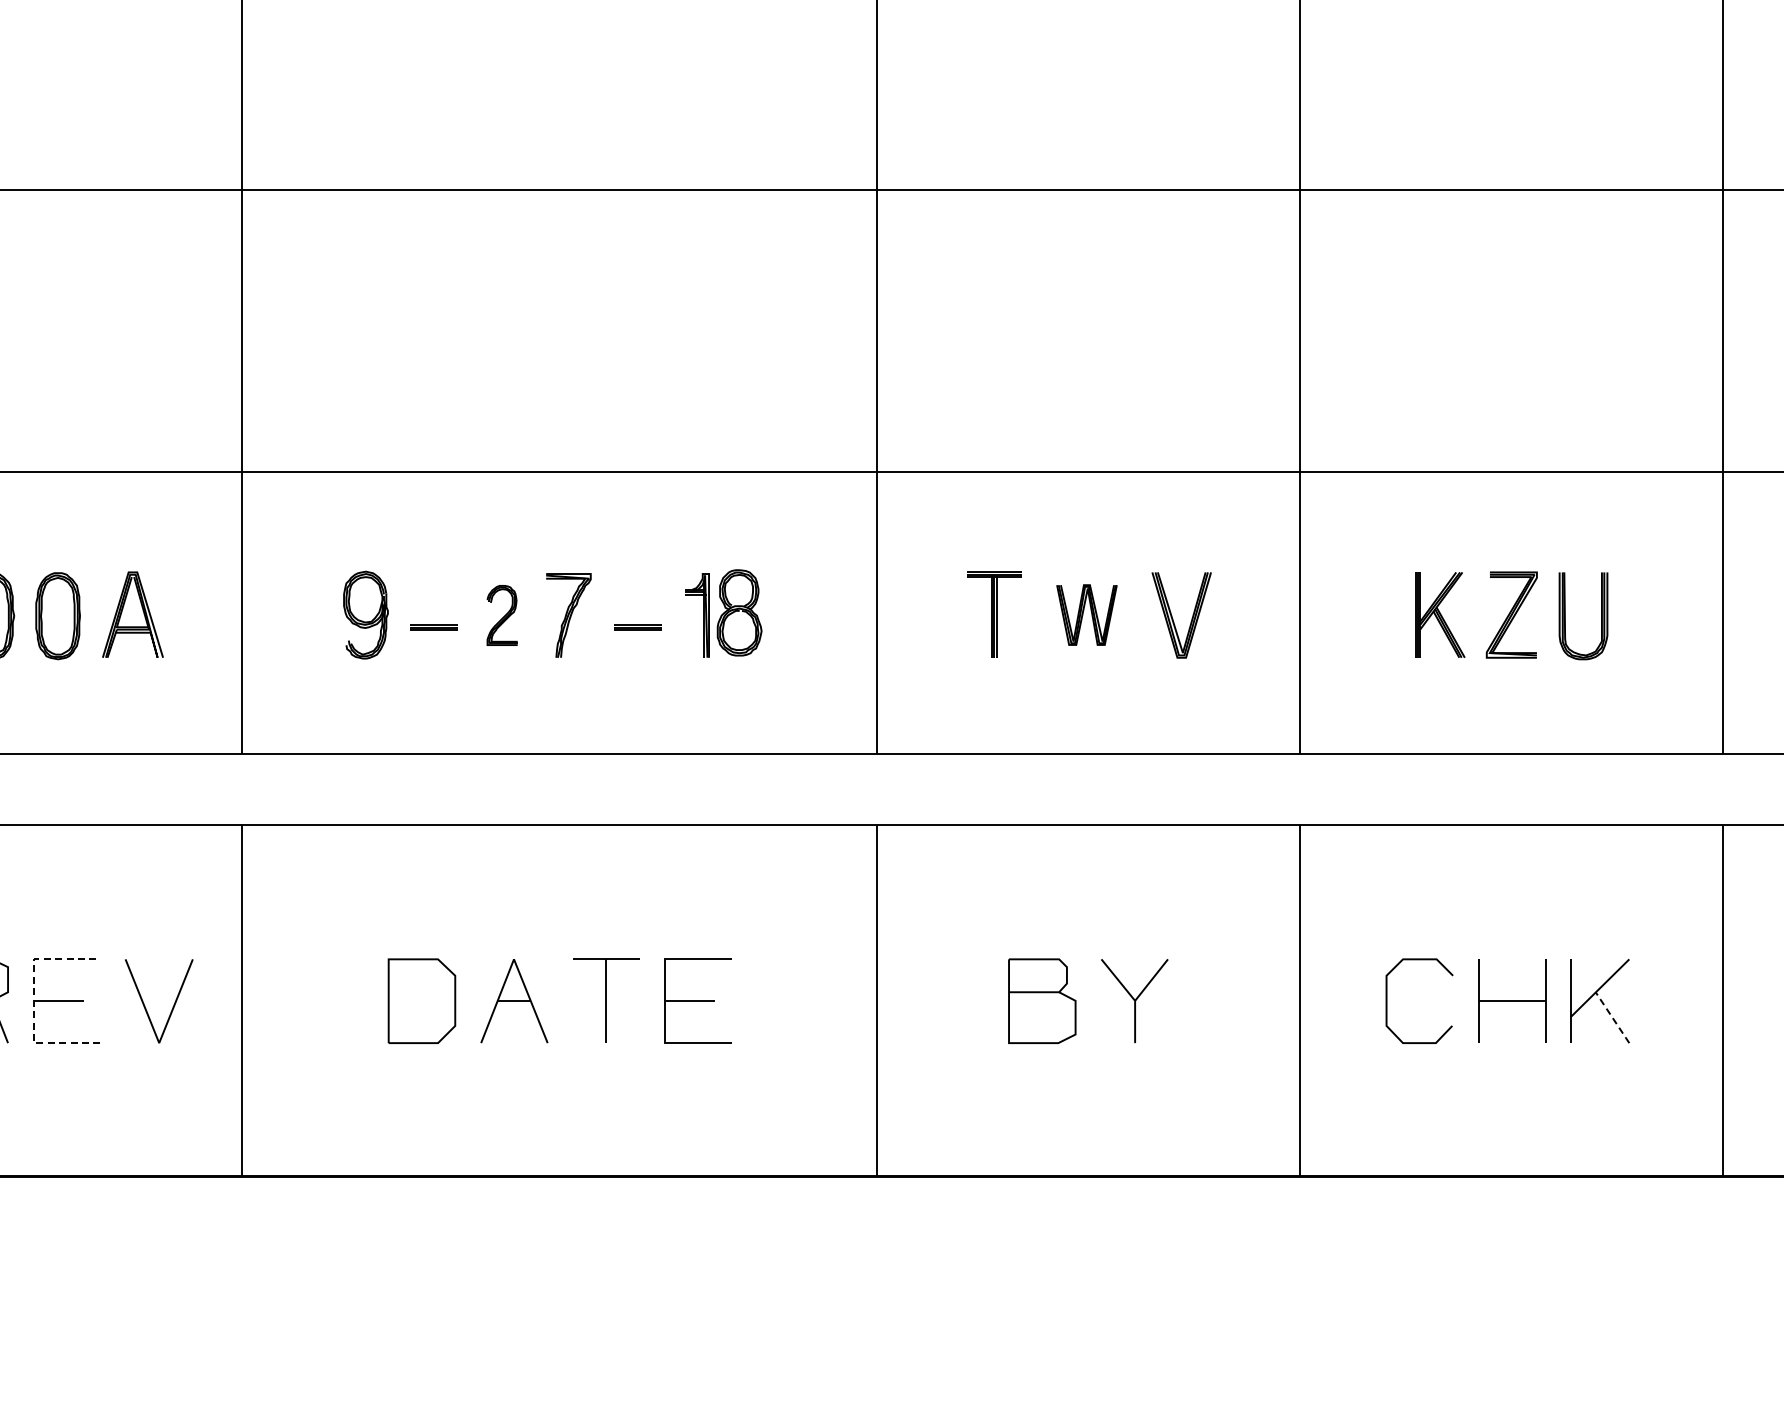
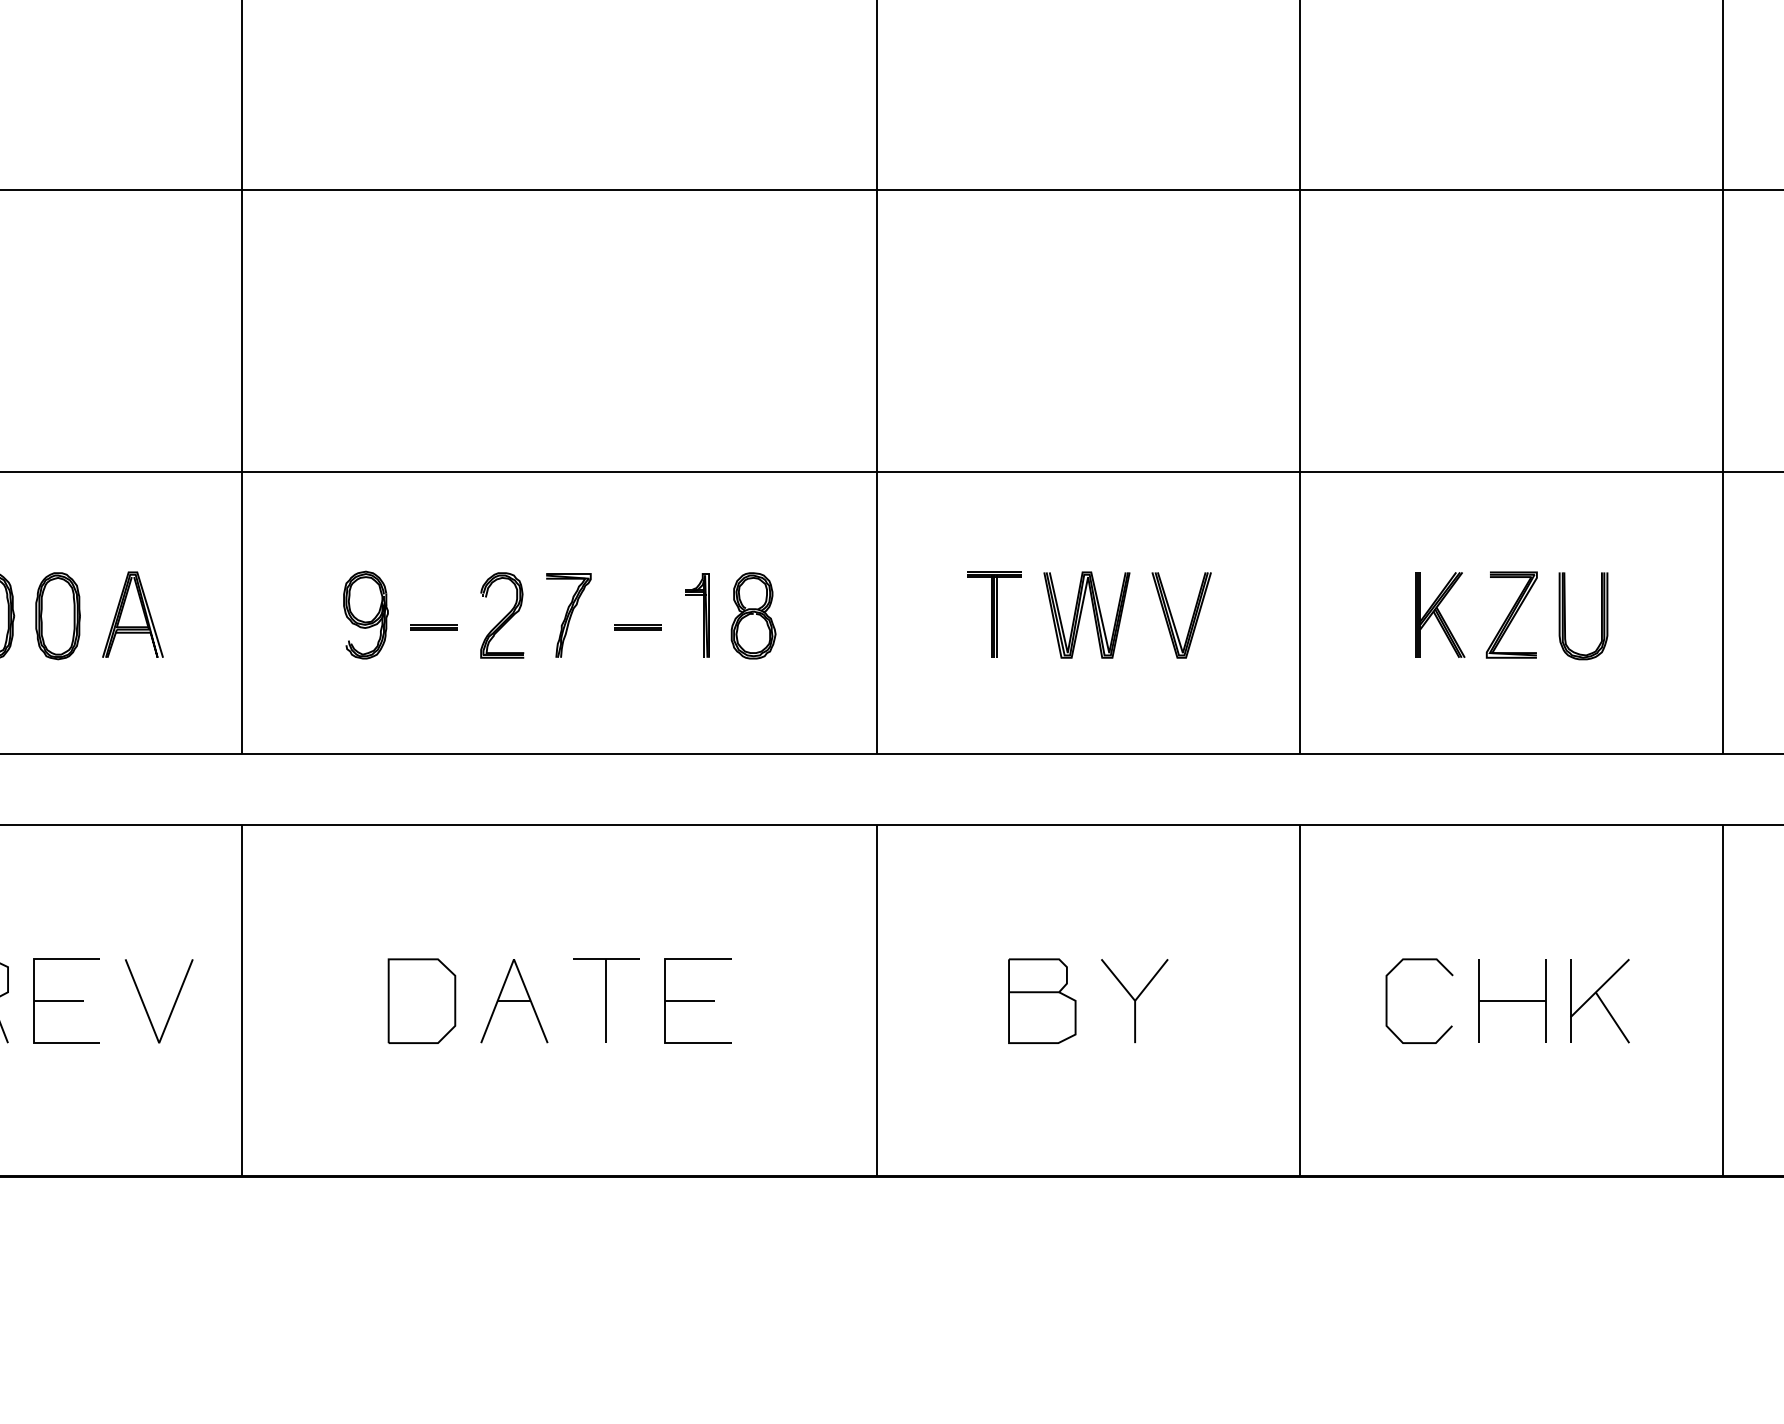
part at (739, 612) position: (739, 612) -> (753, 615)
part at (1086, 614) size: 62x62 px -> 88x88 px
part at (501, 615) size: 32x61 px -> 45x87 px
line at (33, 1001): dashed -> solid
line at (1612, 1017): dashed -> solid
